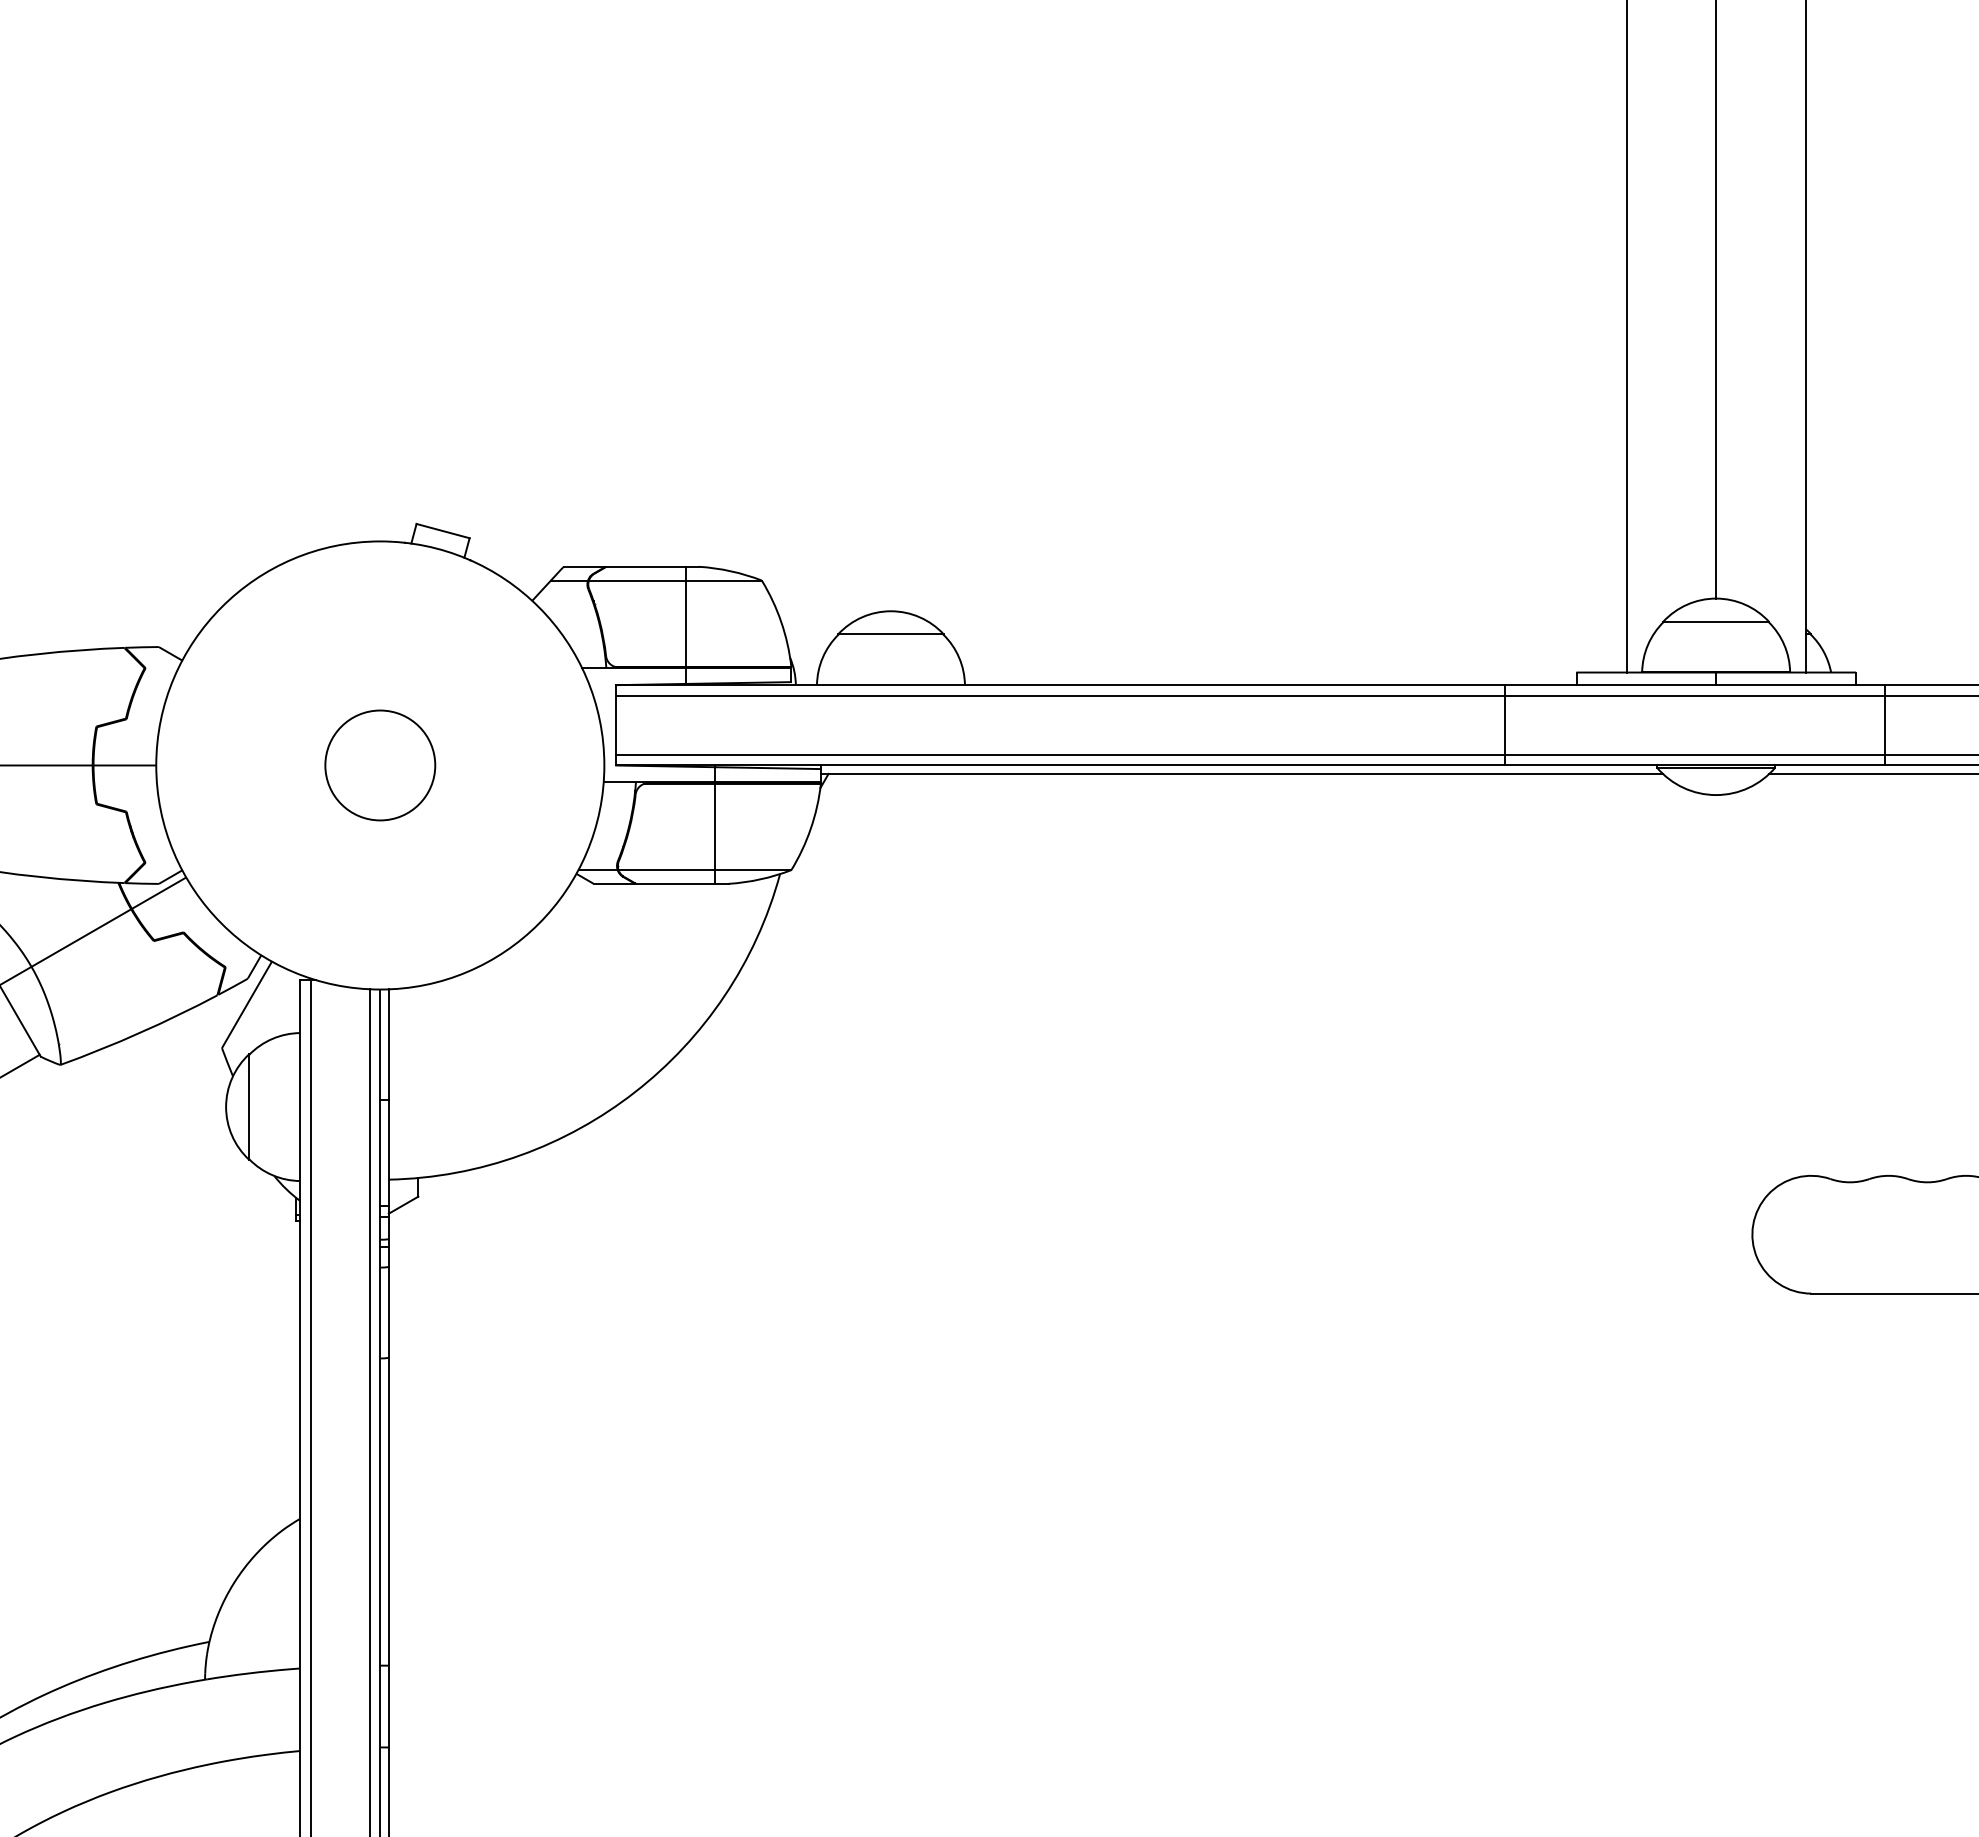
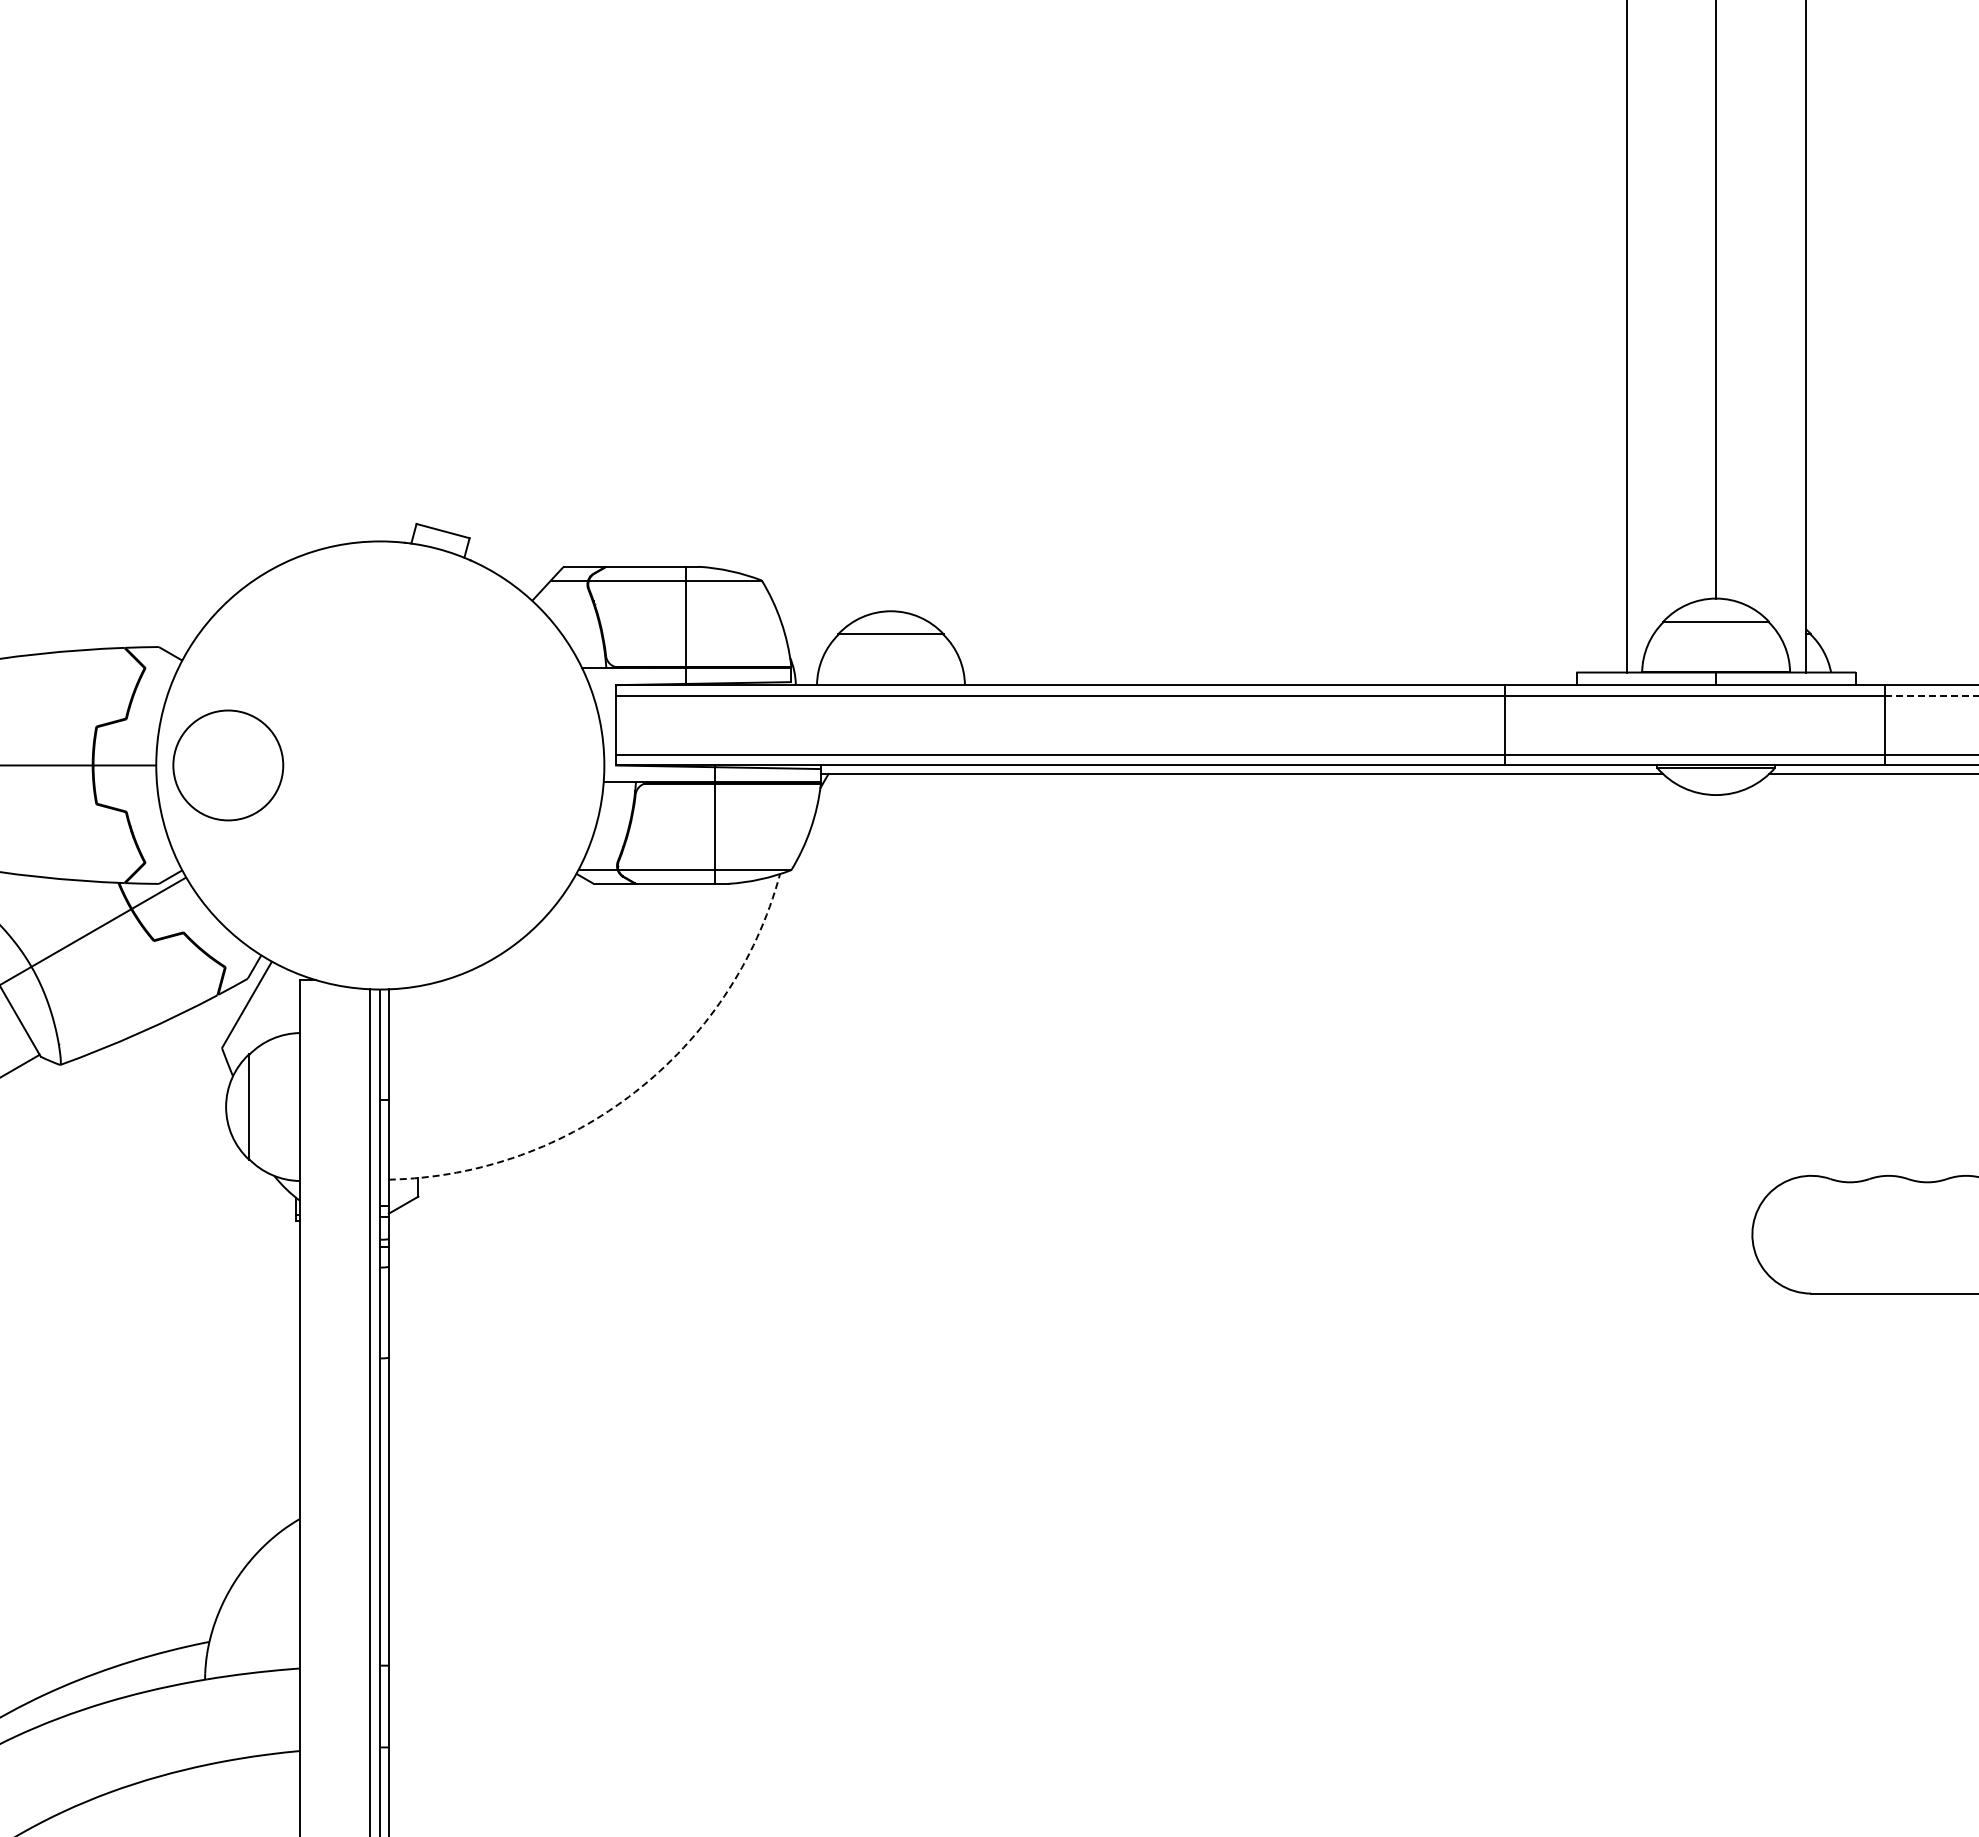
line at (1932, 695): solid -> dashed
circle at (380, 765) position: (380, 765) -> (228, 765)
arc at (635, 1092): solid -> dashed
line at (310, 1406): present -> none
